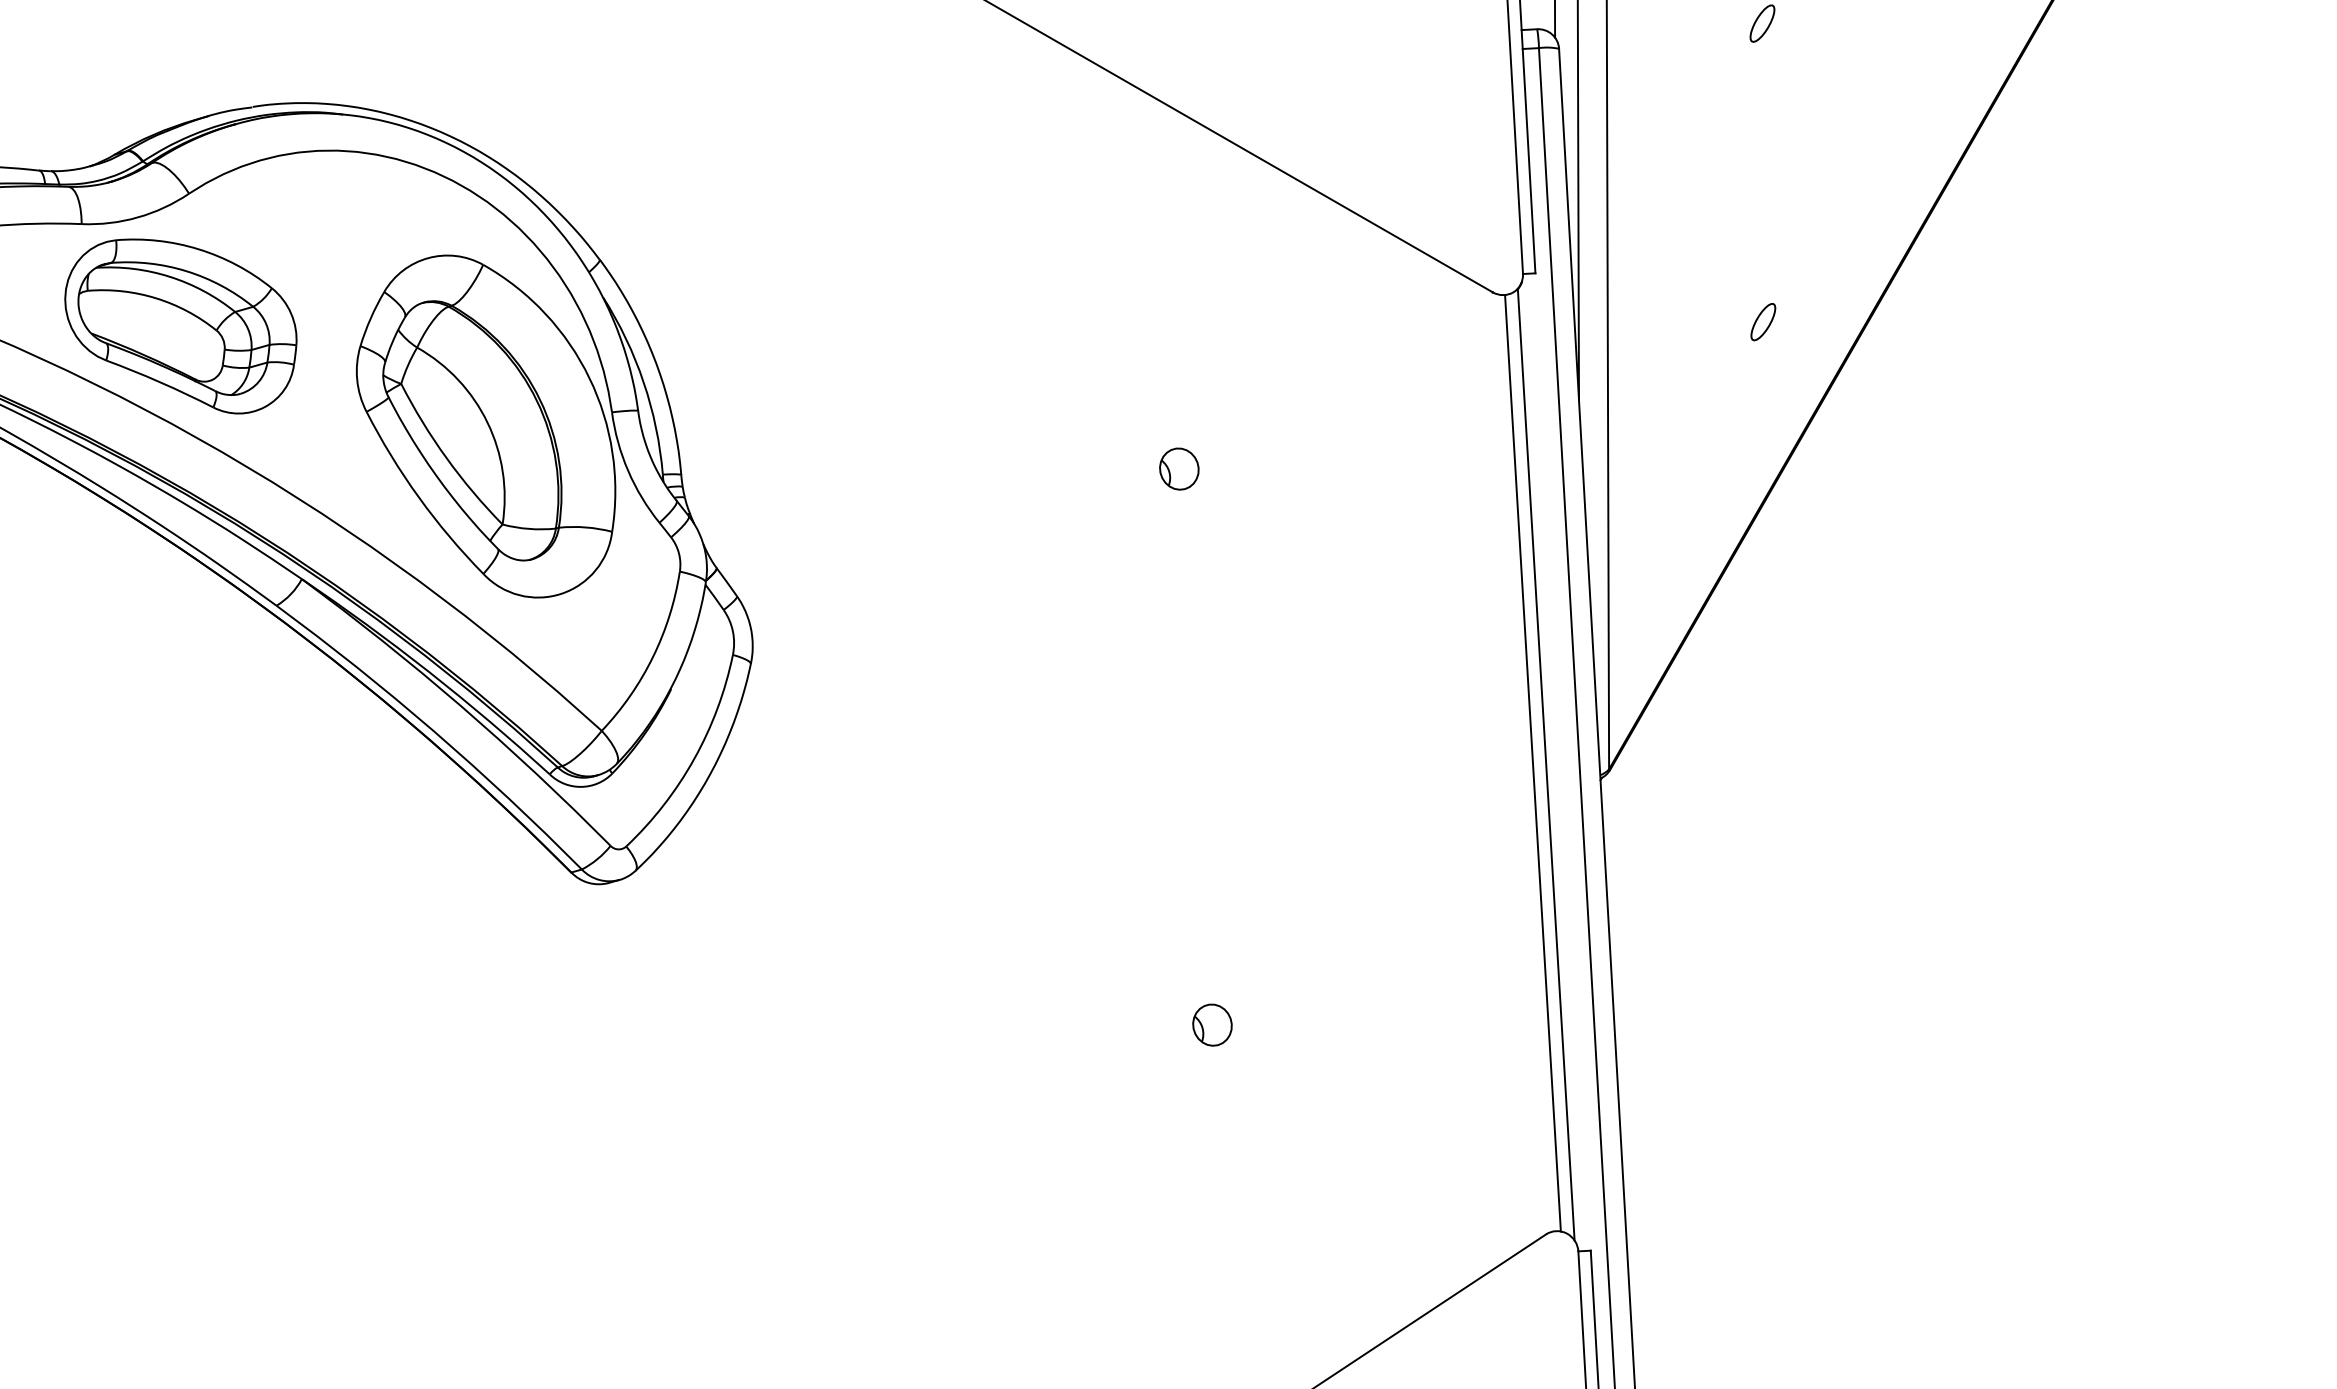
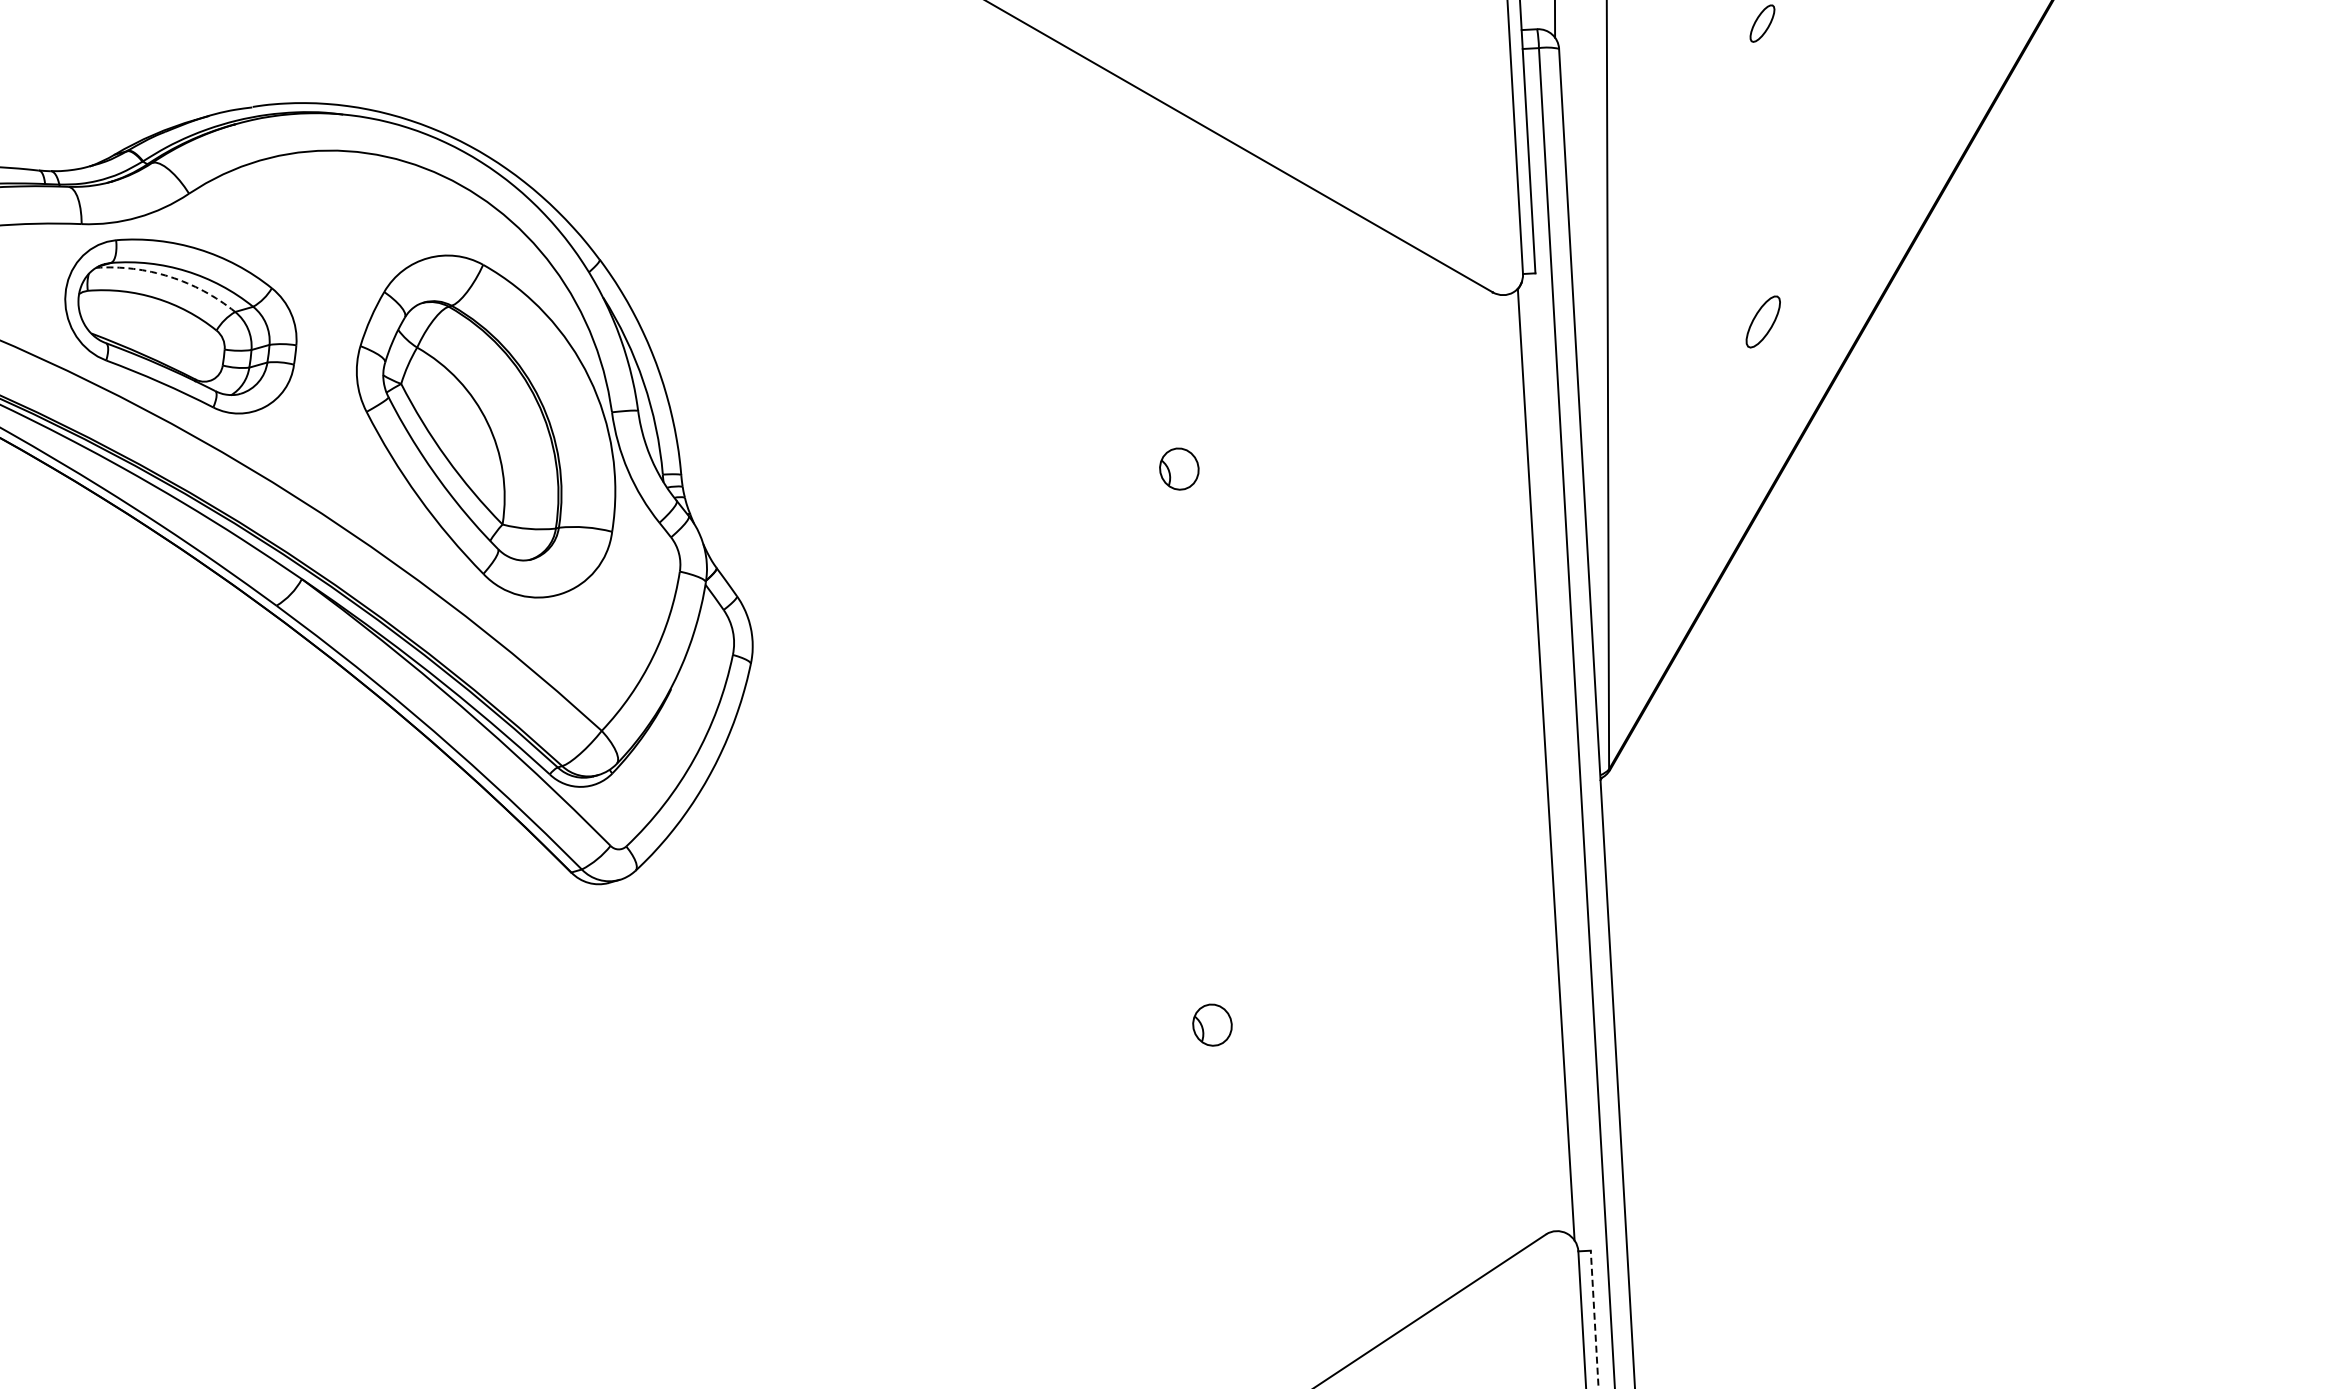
line at (1578, 201): present -> none
arc at (169, 276): solid -> dashed
part at (1763, 322) size: 27x39 px -> 36x54 px
line at (1532, 763): present -> none
line at (1594, 1319): solid -> dashed
